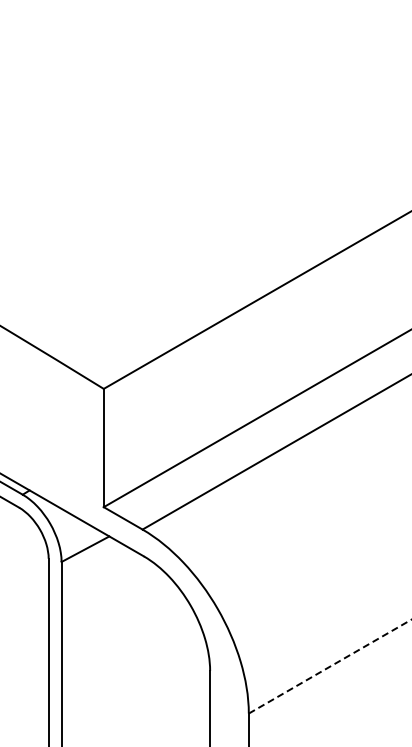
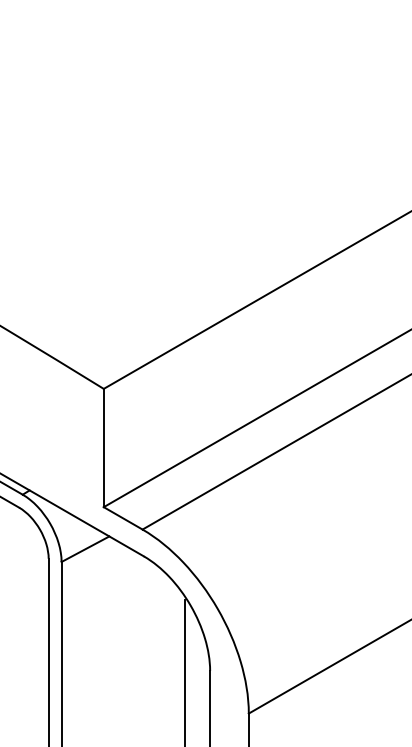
line at (330, 666): dashed -> solid
line at (185, 671): none -> present
